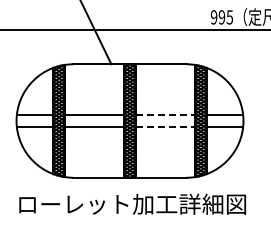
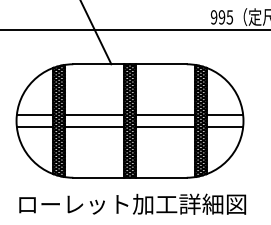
line at (165, 115): dashed -> solid
line at (165, 126): dashed -> solid
